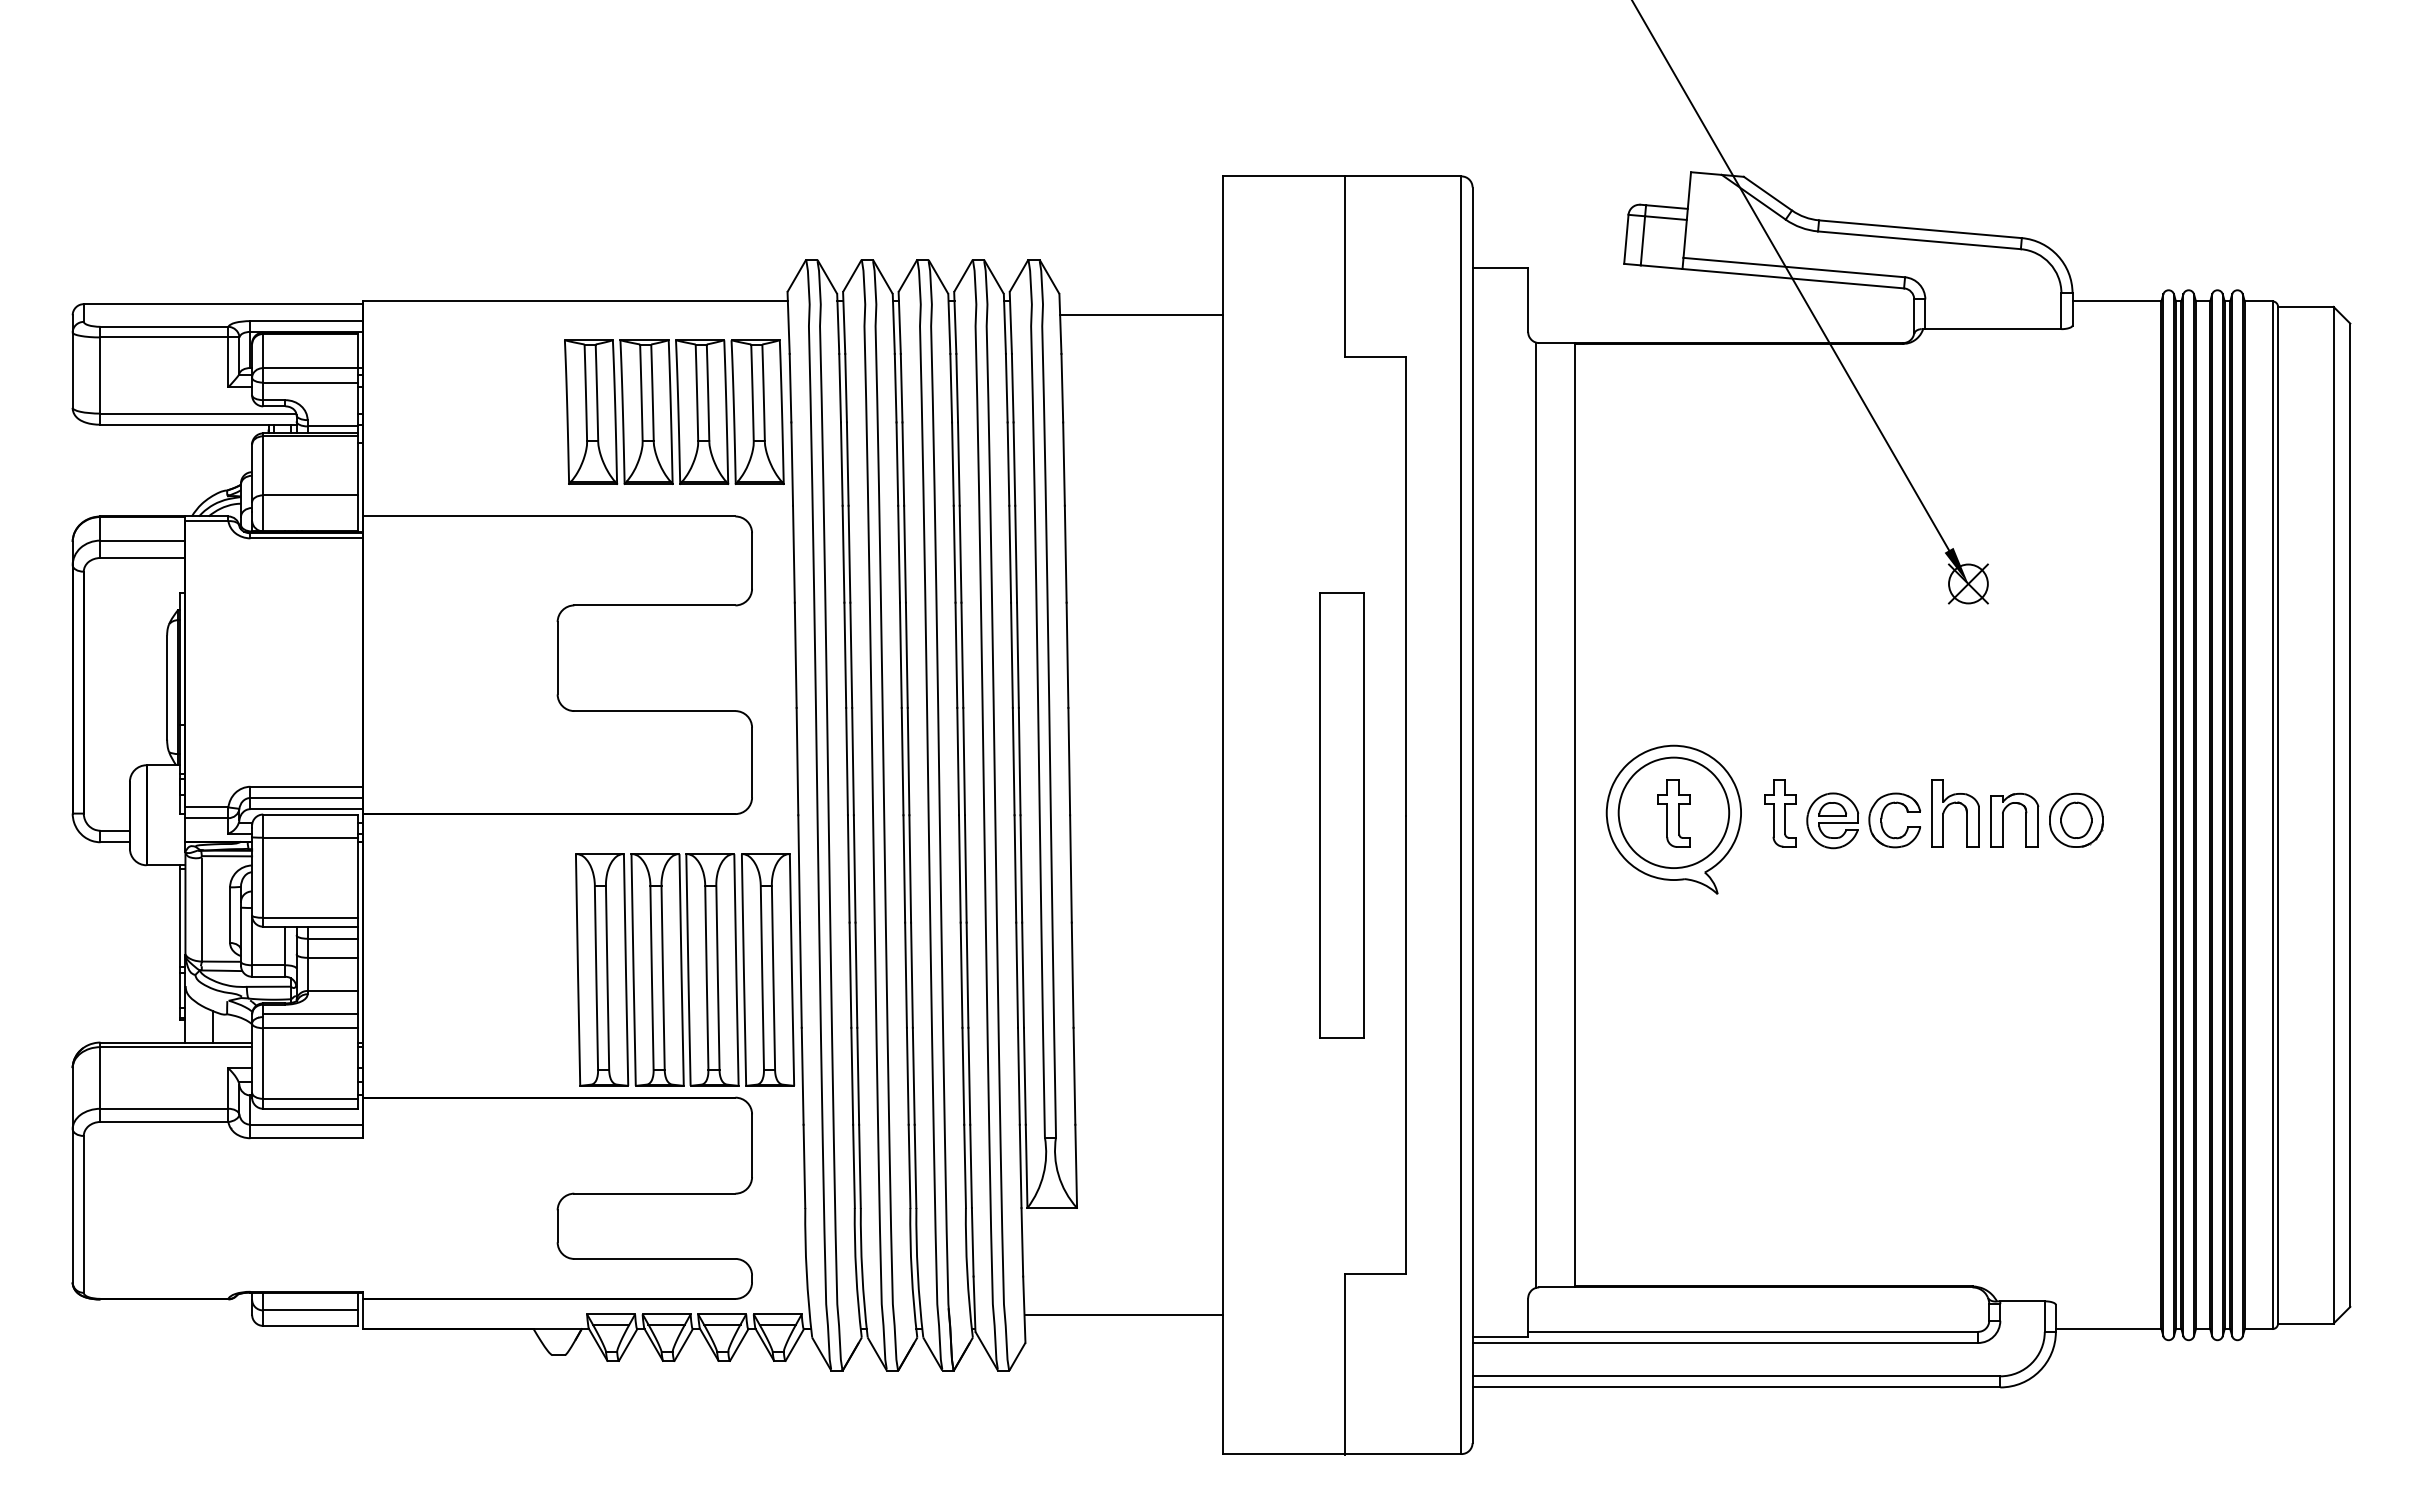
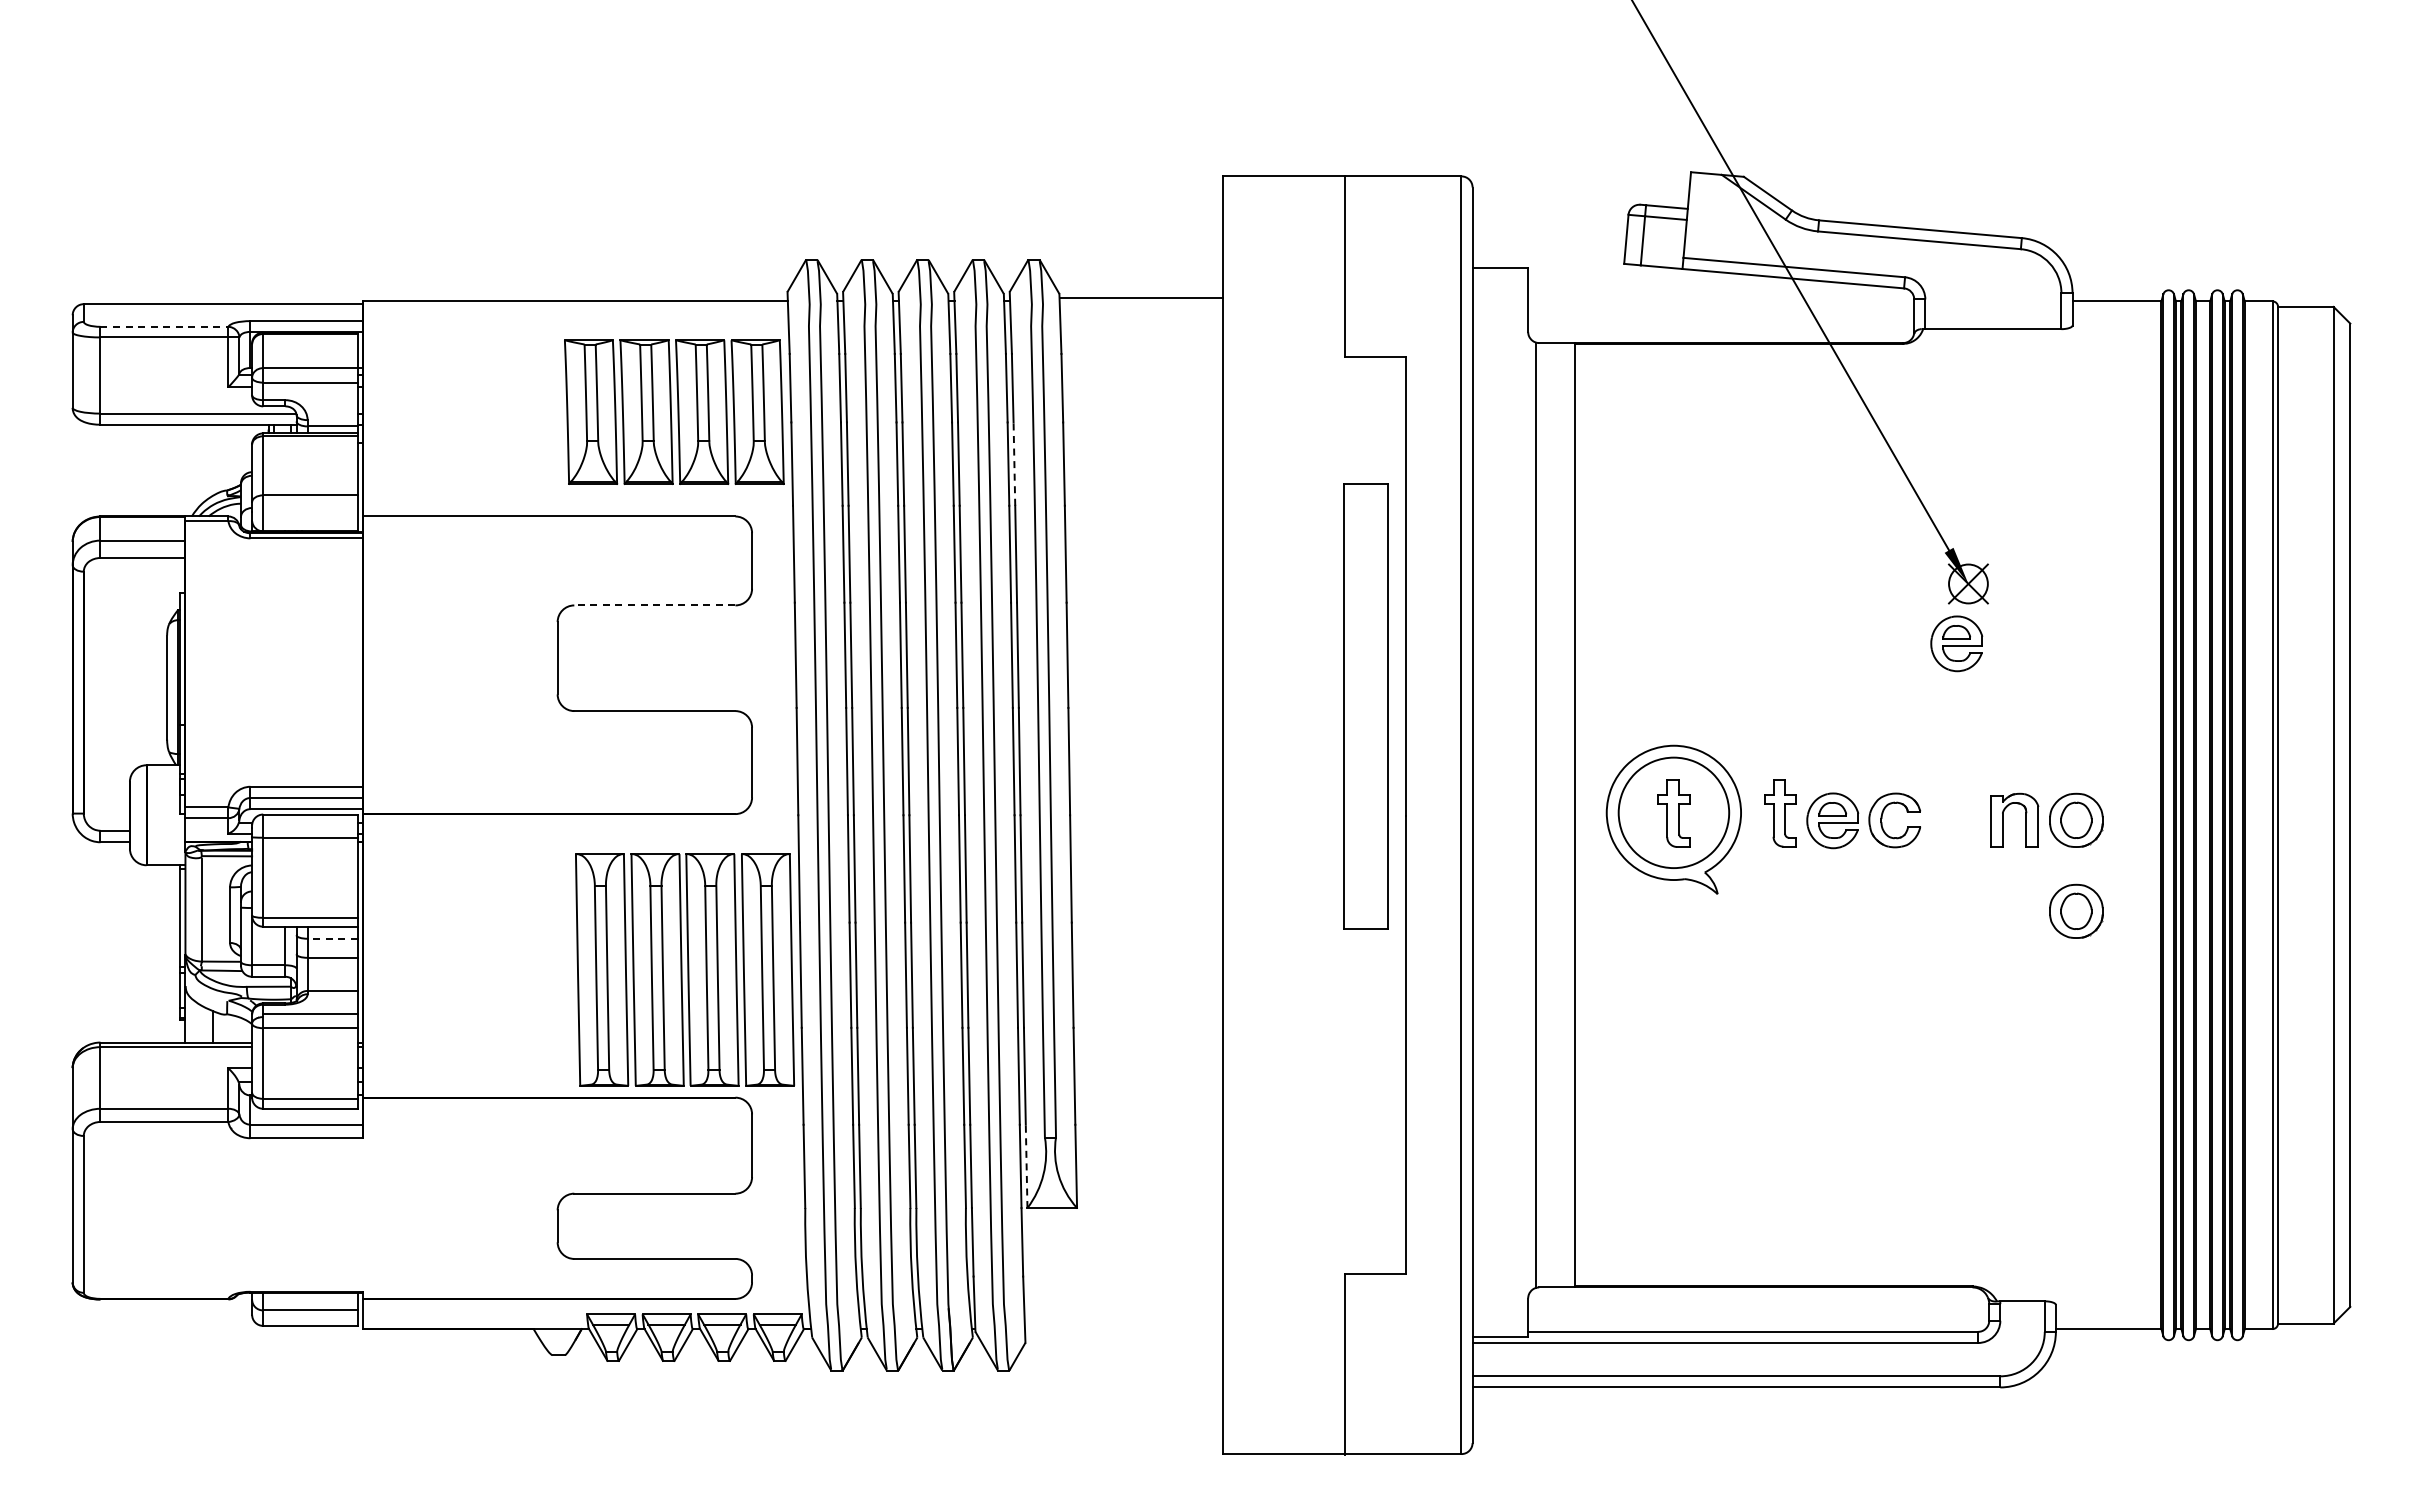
line at (1141, 315) position: (1141, 315) -> (1141, 298)
line at (164, 326): solid -> dashed
line at (1014, 464): solid -> dashed
line at (654, 605): solid -> dashed
part at (1956, 643): none -> present
part at (1952, 804): present -> none
part at (1341, 815) position: (1341, 815) -> (1365, 706)
part at (2076, 910): none -> present
line at (332, 938): solid -> dashed
line at (1026, 1166): solid -> dashed
line at (1123, 1315): present -> none
